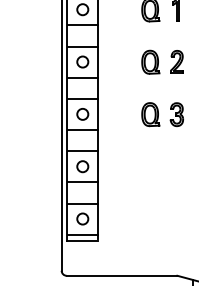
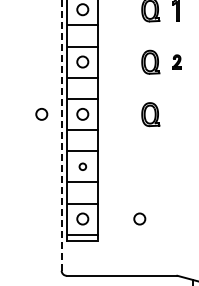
part at (176, 61) size: 14x24 px -> 10x16 px
circle at (41, 114): none -> present
part at (176, 114): present -> none
line at (61, 135): solid -> dashed
circle at (82, 166) size: 14x14 px -> 10x9 px
circle at (139, 218): none -> present
